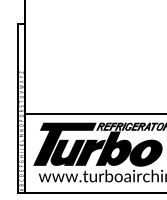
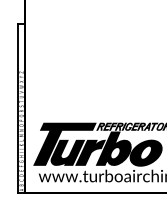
line at (94, 113): present -> none
